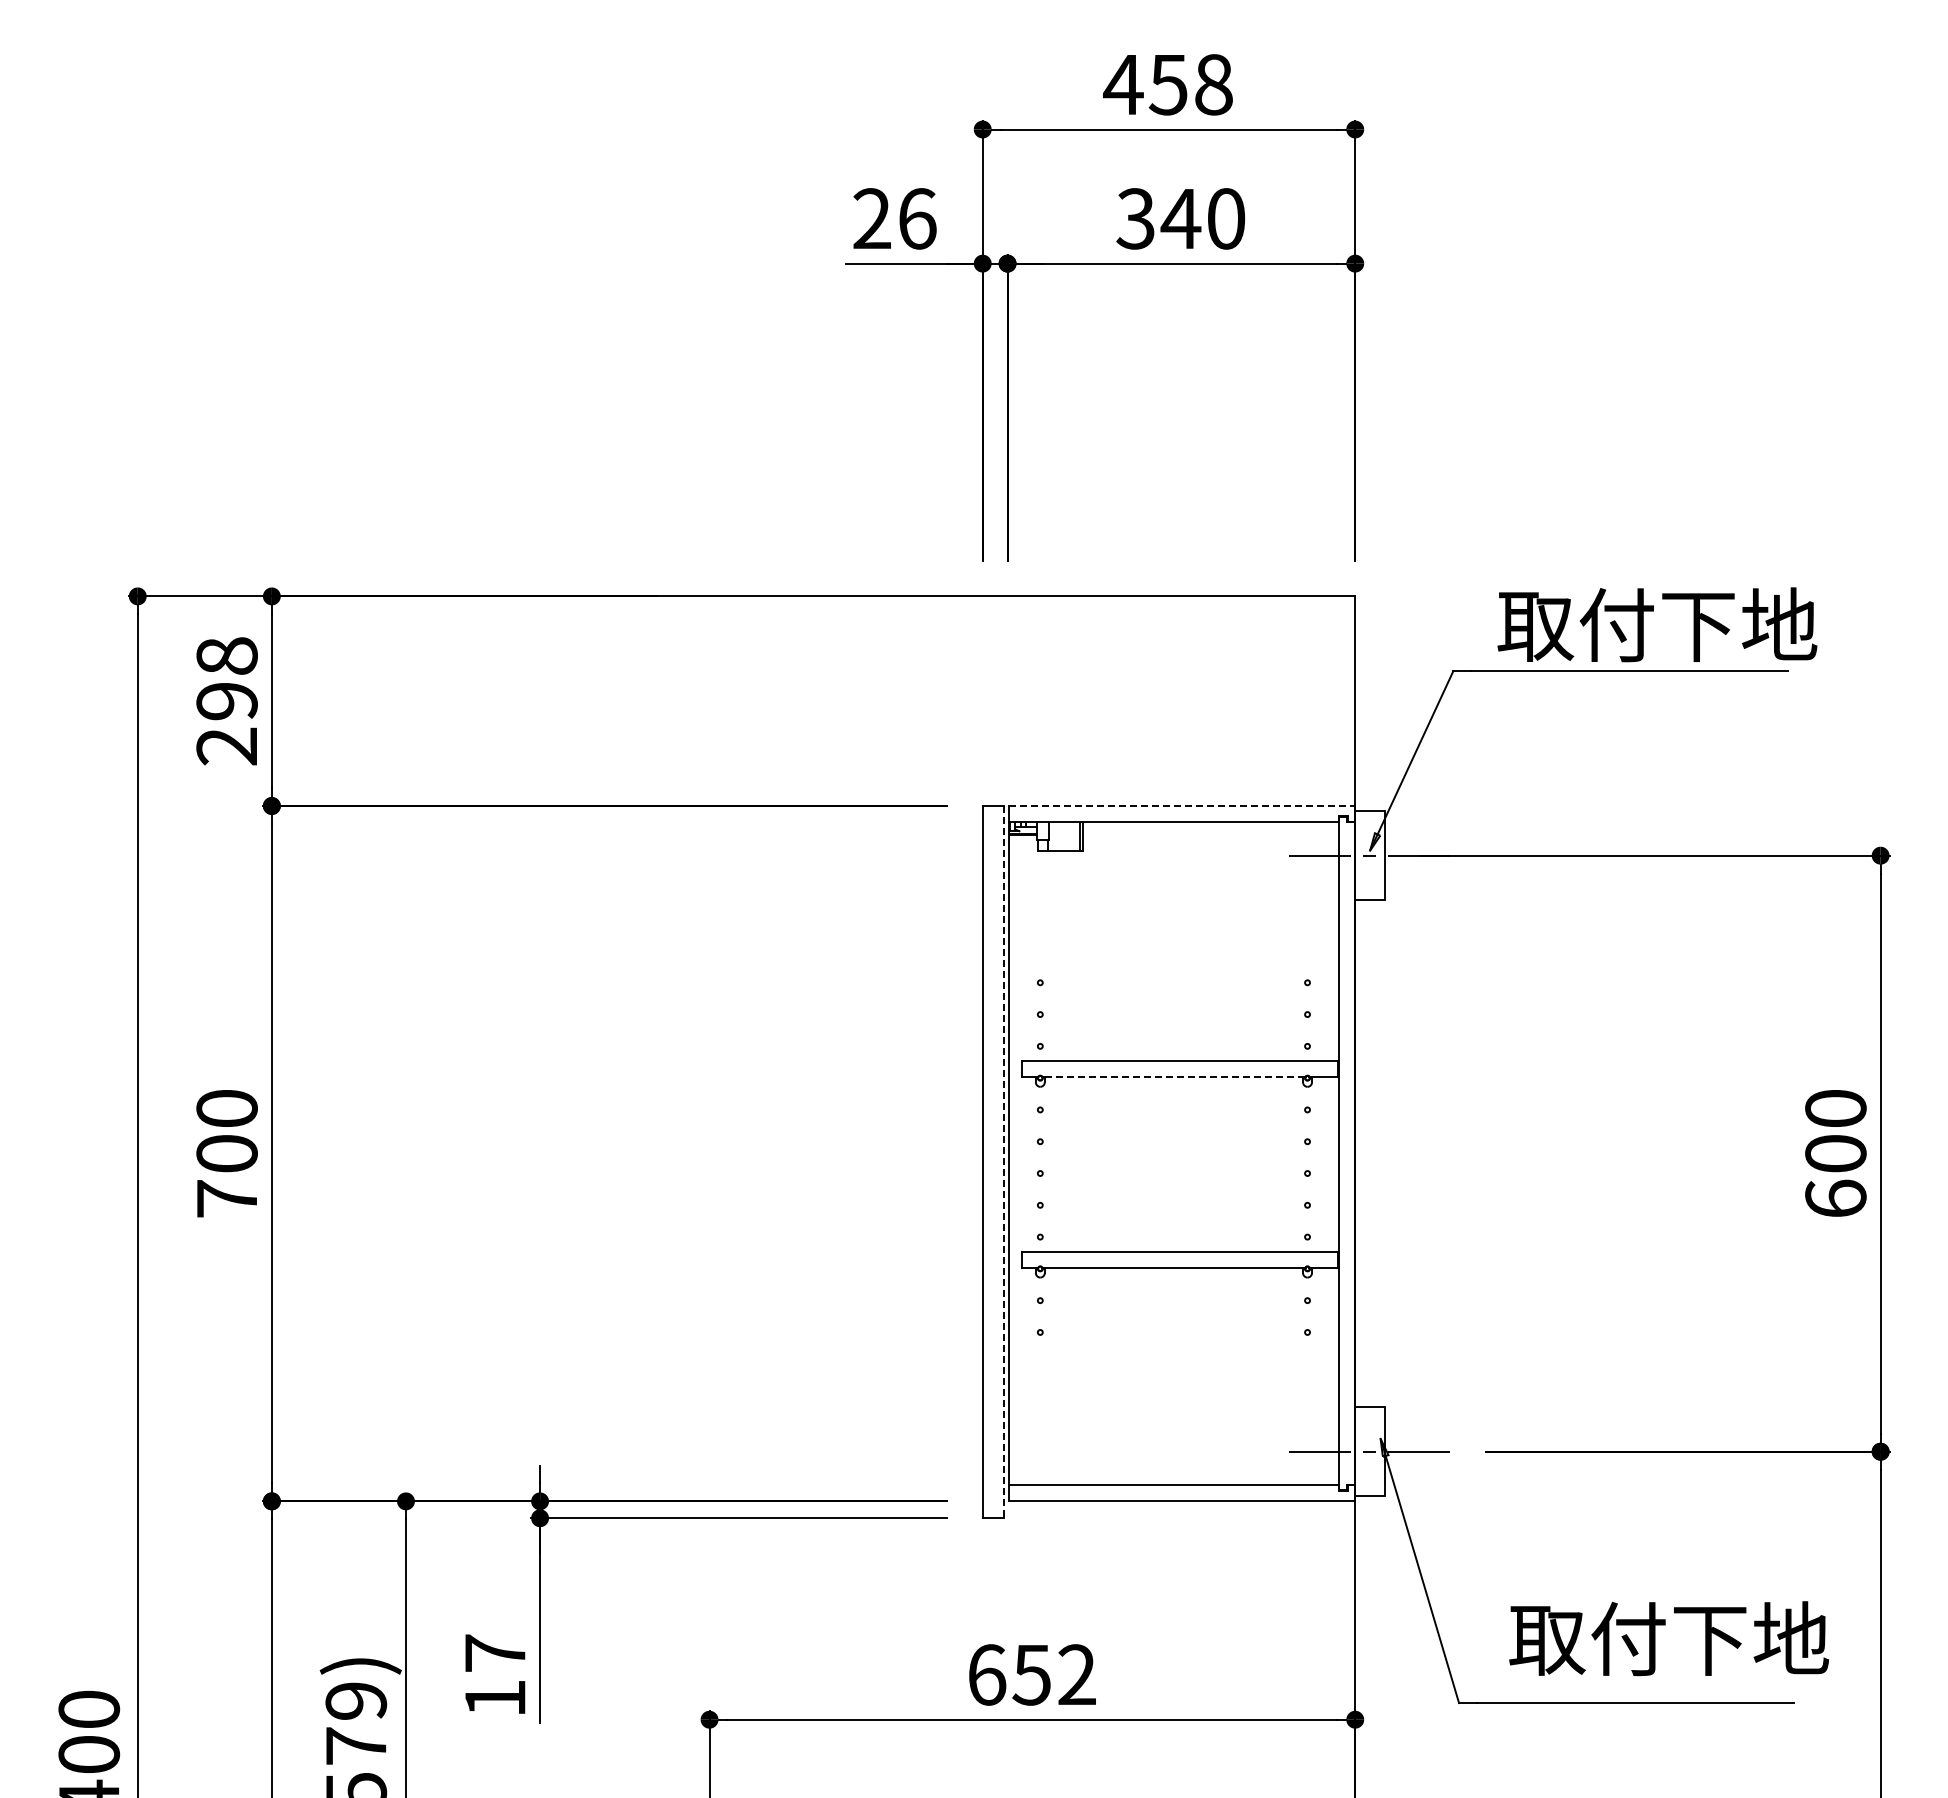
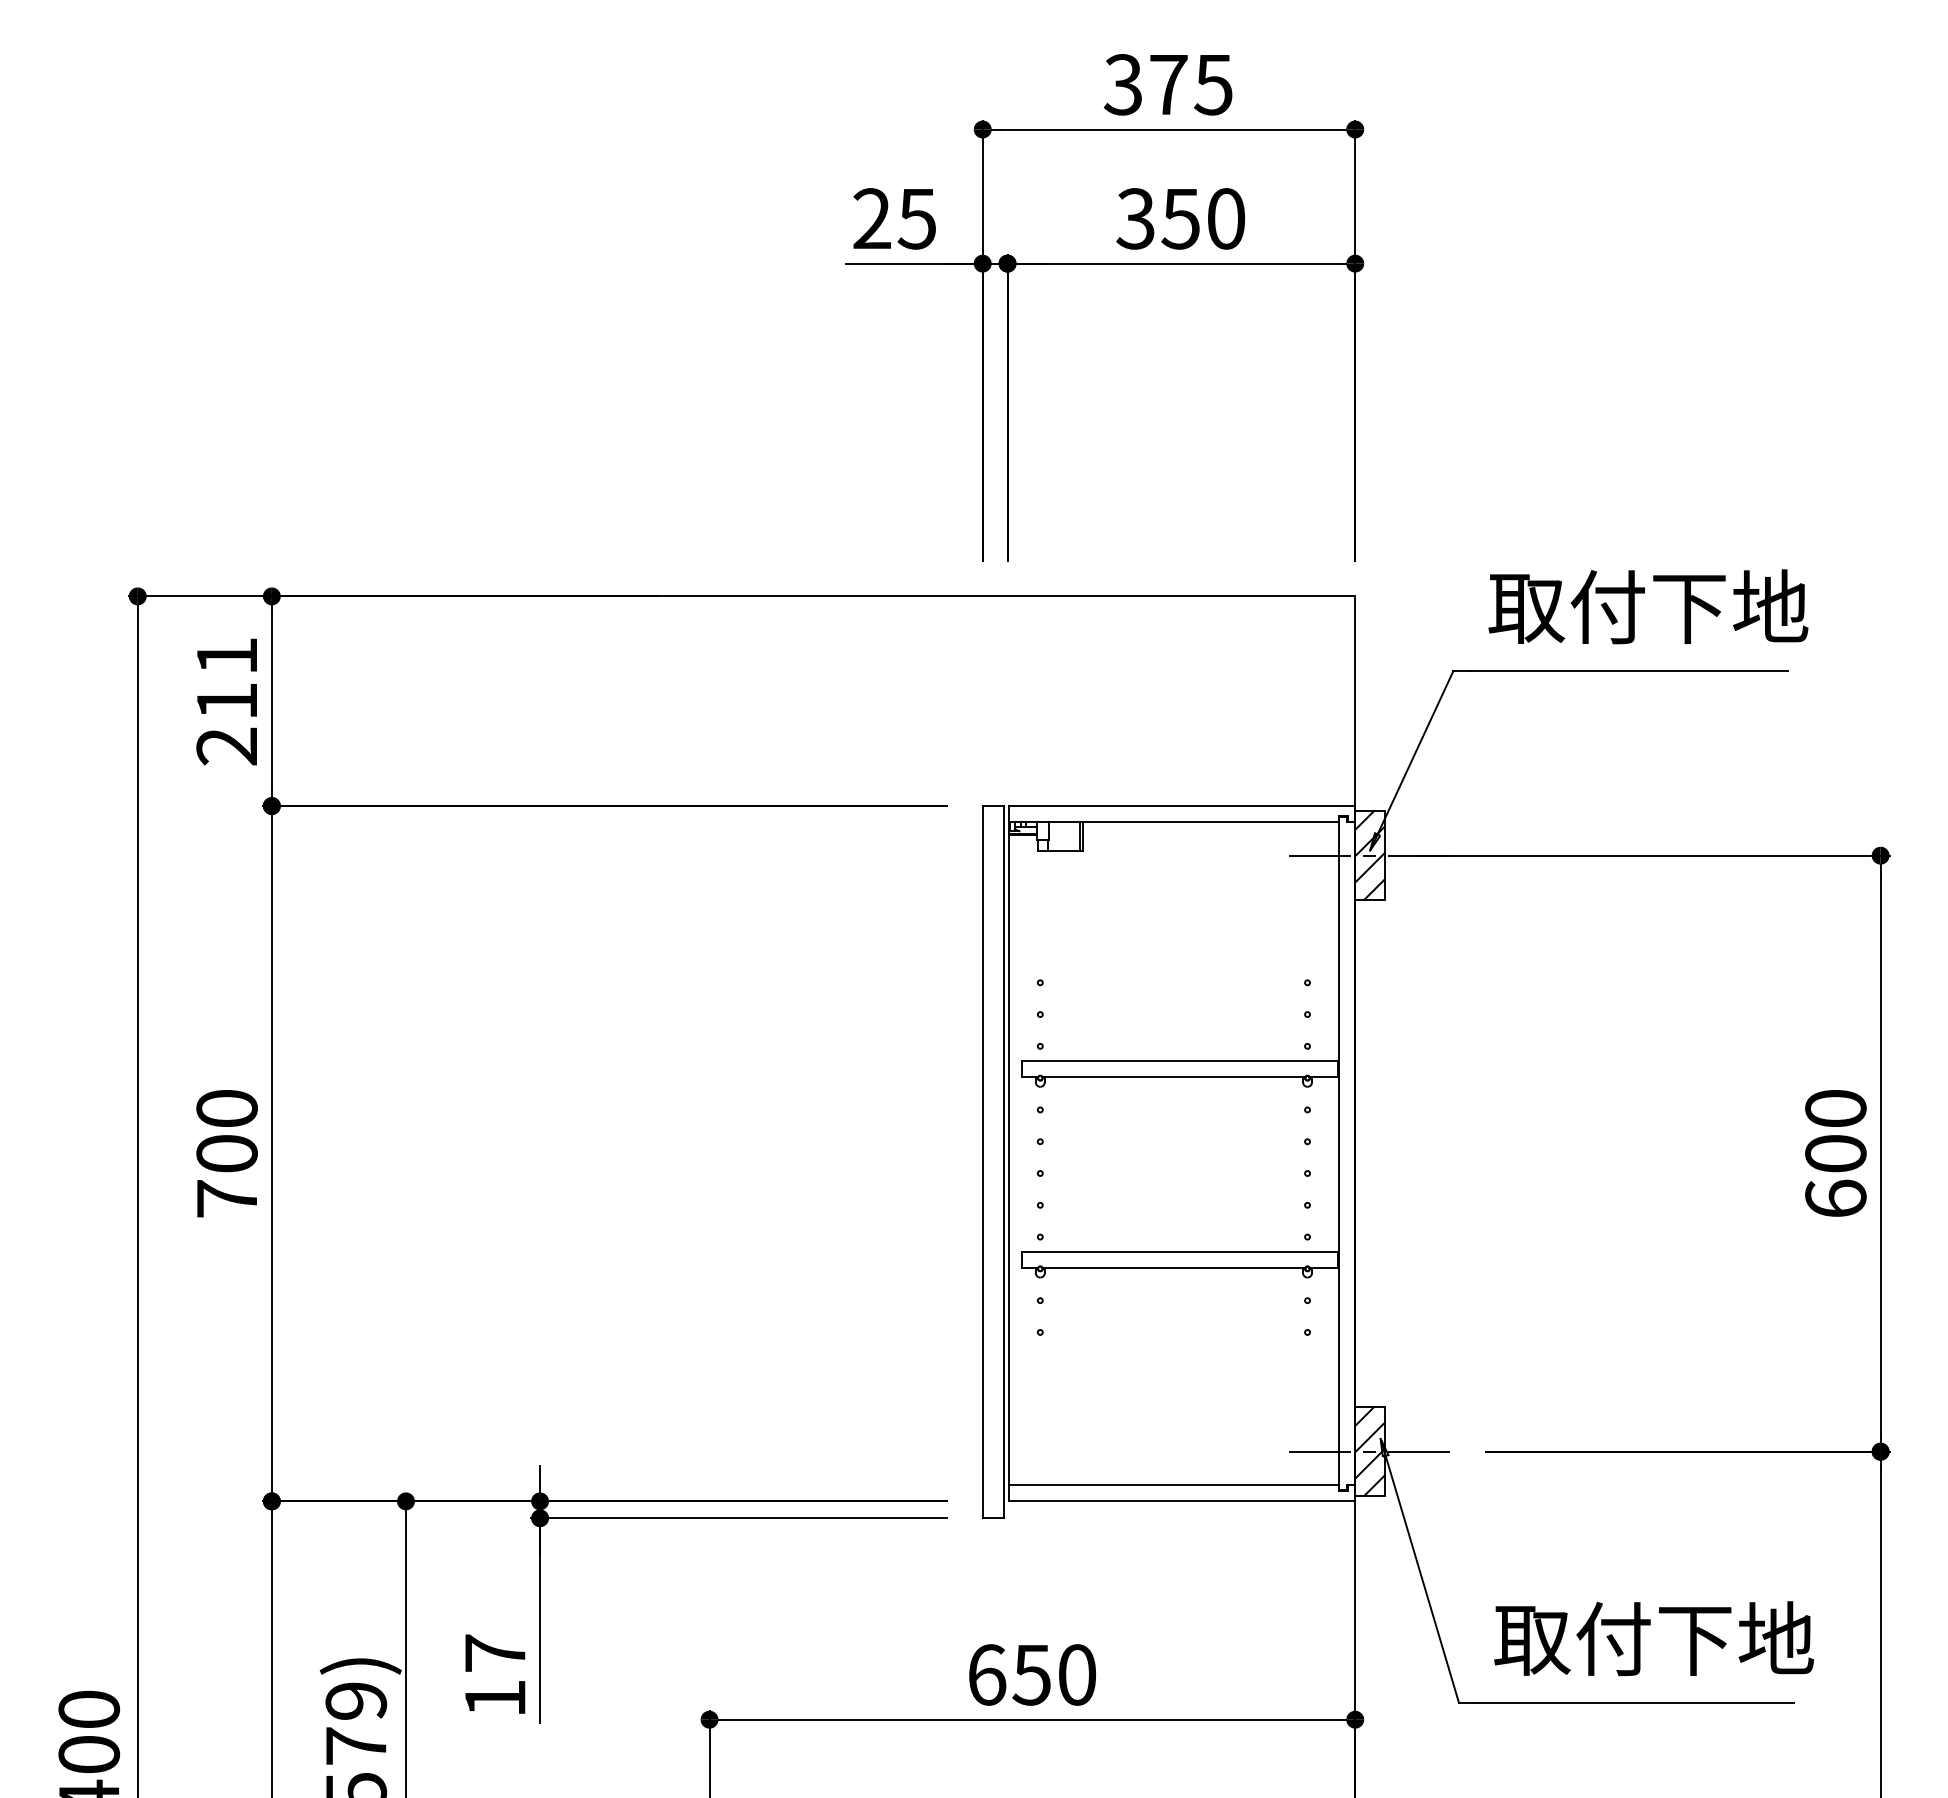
text at (1167, 84): 458 -> 375
text at (916, 218): 26 -> 25
text at (1180, 219): 340 -> 350
text at (1657, 624) position: (1657, 624) -> (1648, 606)
text at (226, 678): 298 -> 211
line at (1182, 805): dashed -> solid
hatch at (1370, 855): none -> present
line at (1174, 1076): dashed -> solid
line at (1003, 1162): dashed -> solid
hatch at (1370, 1451): none -> present
text at (1668, 1638) position: (1668, 1638) -> (1653, 1638)
text at (1077, 1674): 652 -> 650
